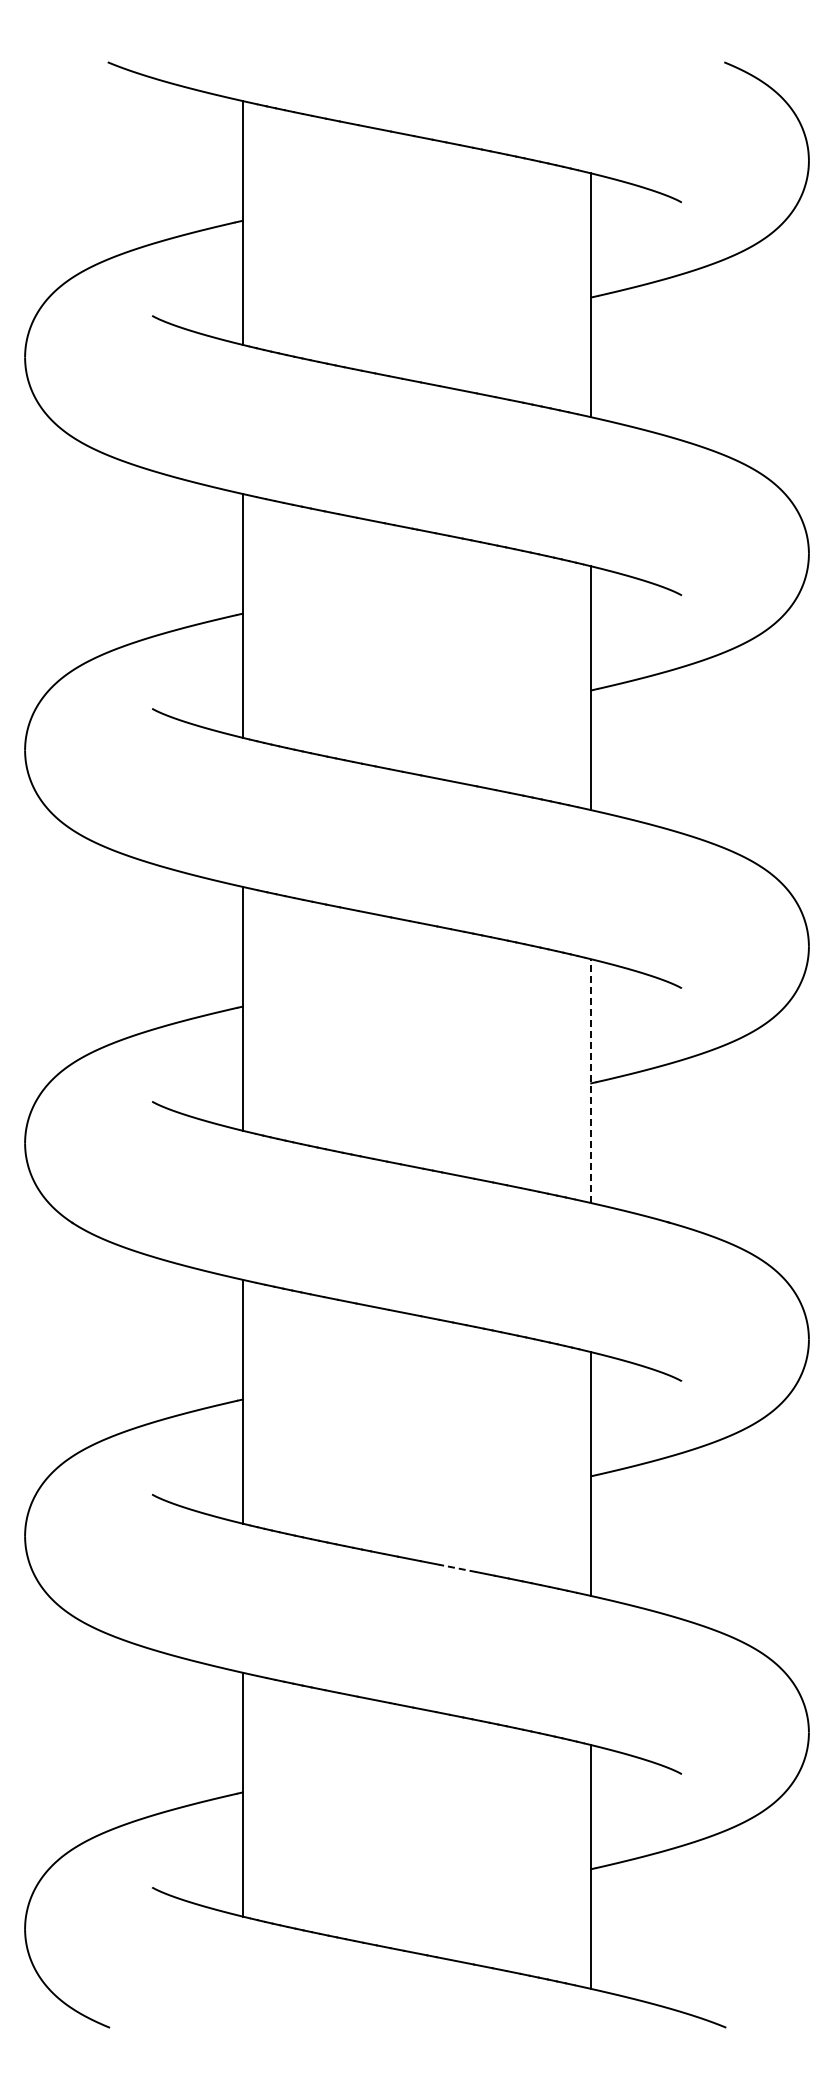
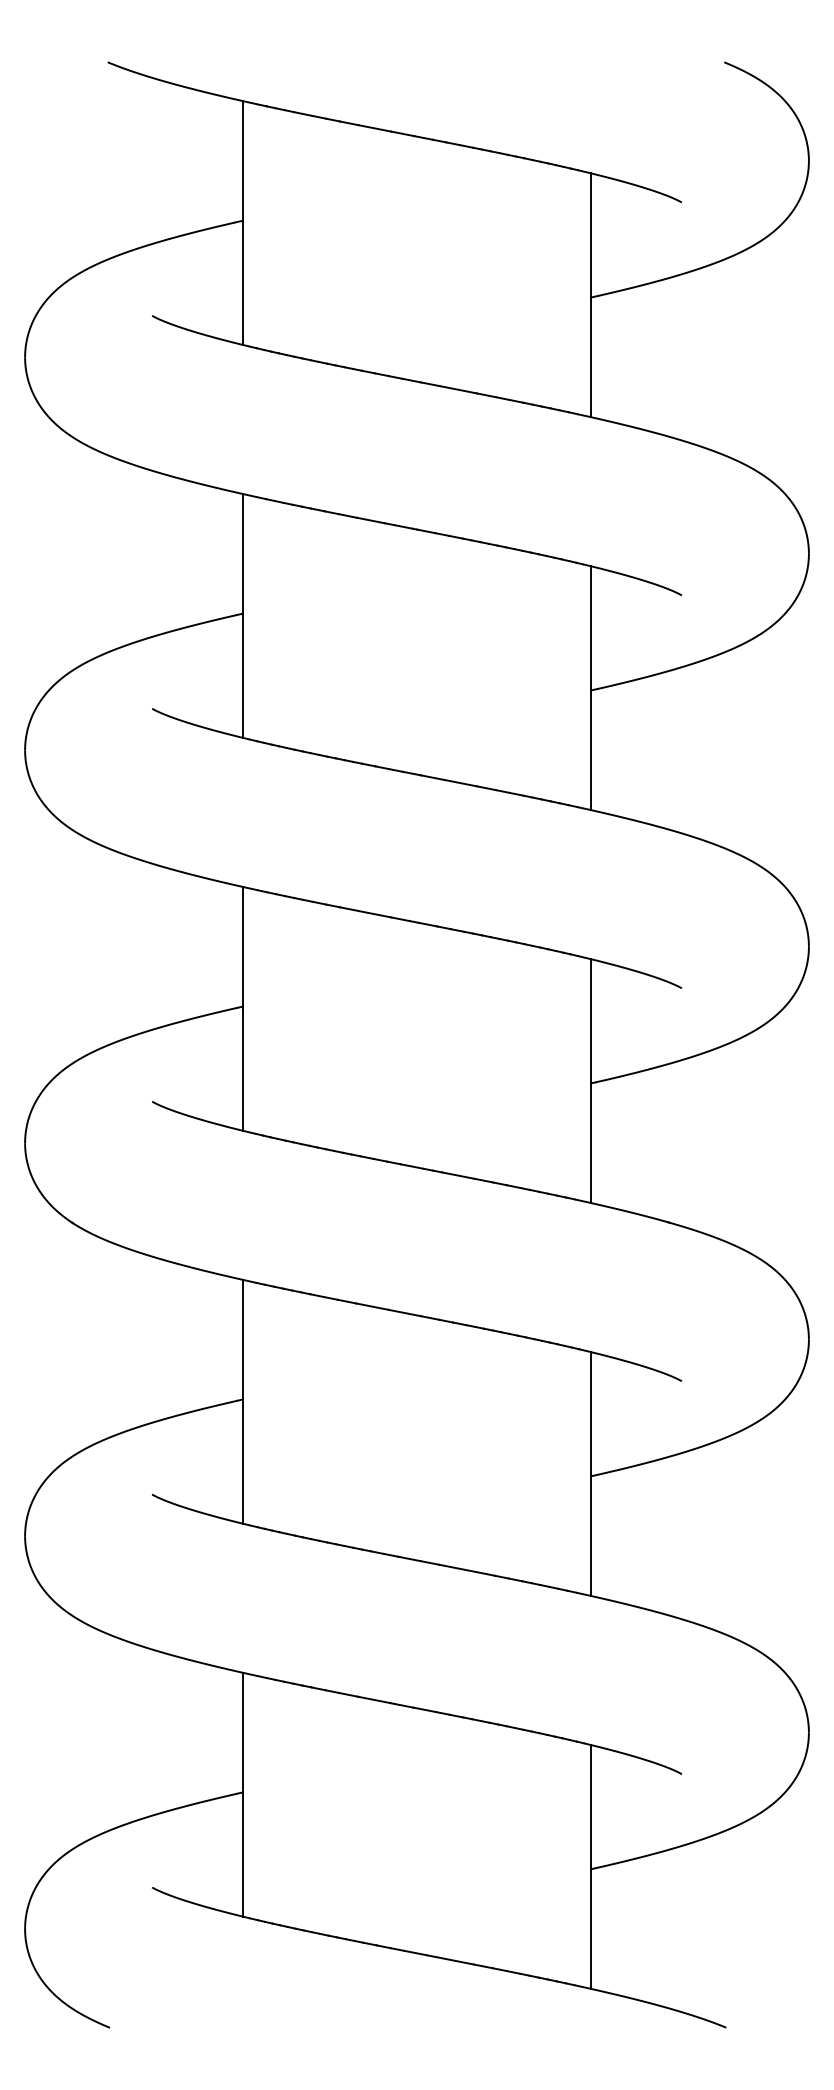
line at (591, 1081): dashed -> solid
line at (457, 1568): dashed -> solid
